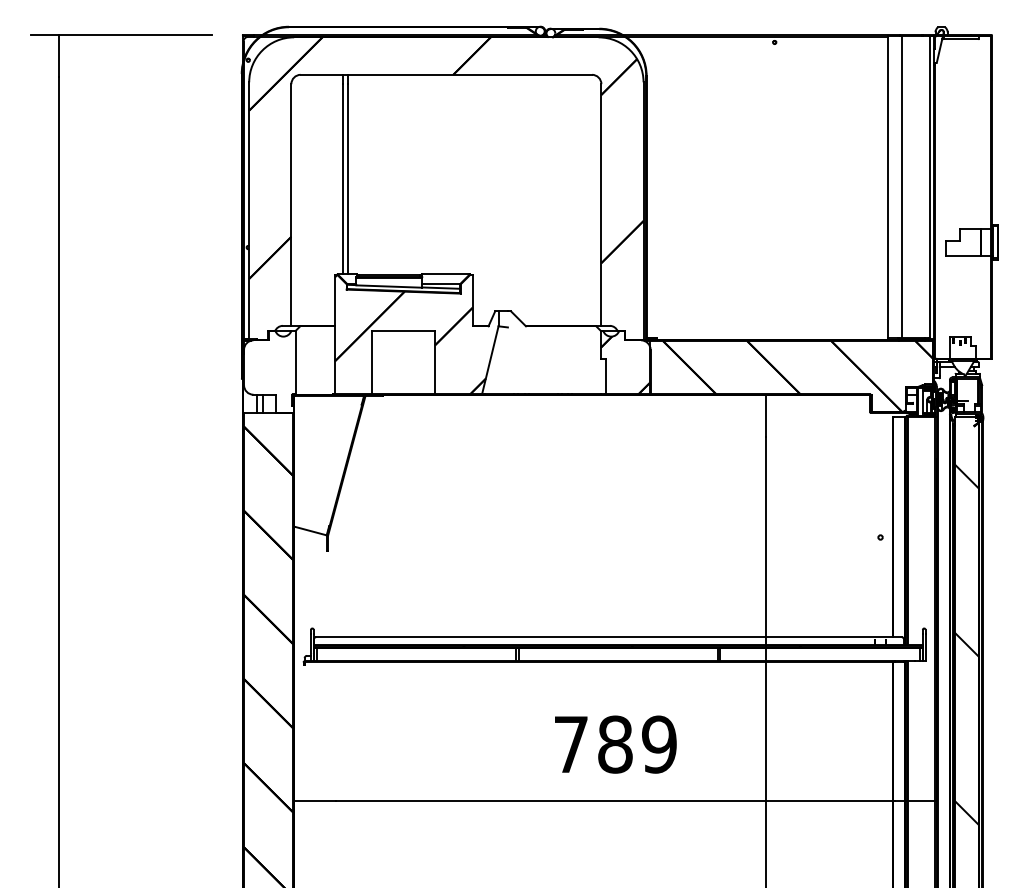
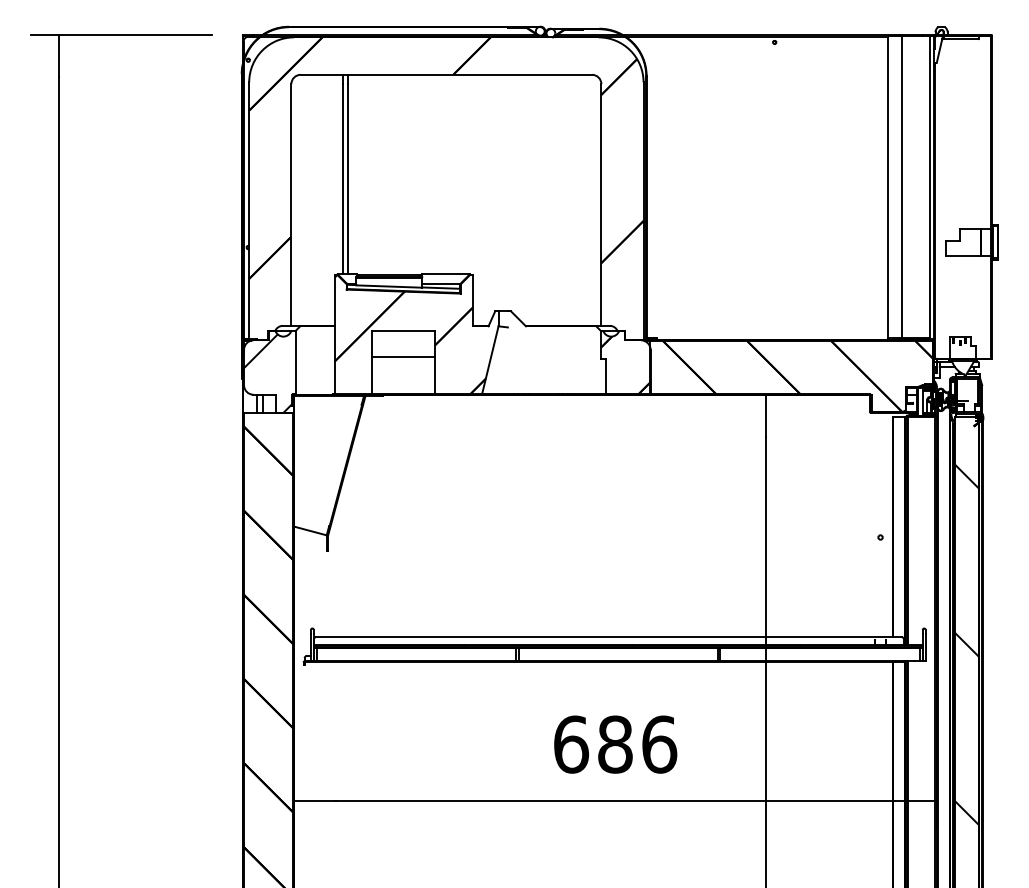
line at (403, 357): none -> present
hatch at (268, 373): none -> present
text at (615, 744): 789 -> 686
